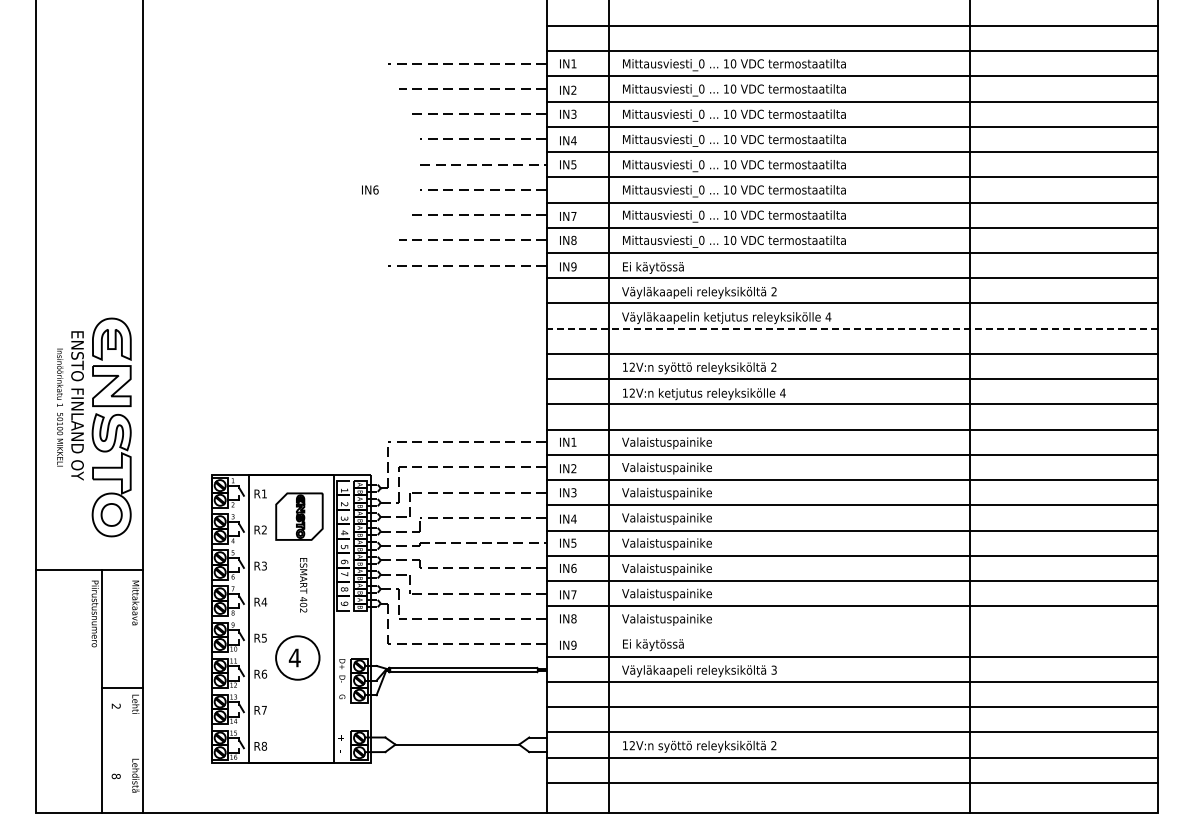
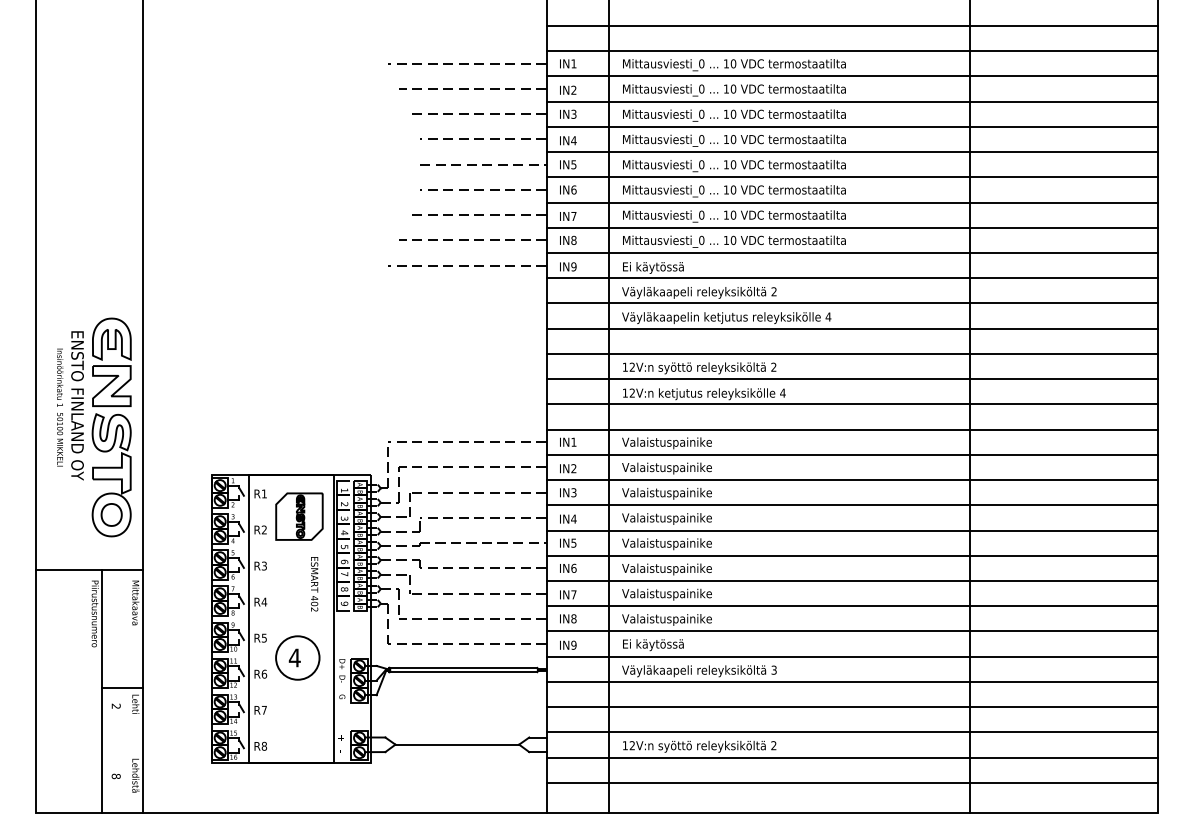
text at (370, 189) position: (370, 189) -> (568, 189)
line at (852, 328): dashed -> solid
text at (303, 585) position: (303, 585) -> (314, 584)
line at (852, 631): none -> present
